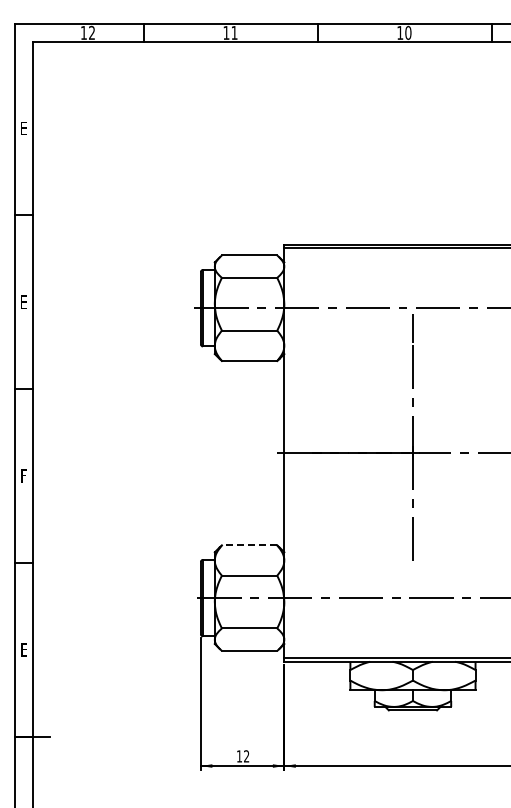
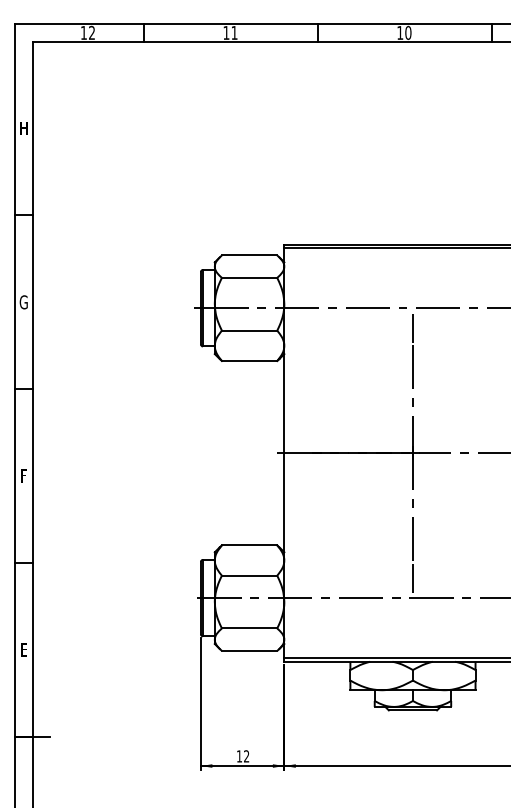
text at (23, 128): E -> H
text at (23, 302): E -> G
line at (249, 545): dashed -> solid
line at (412, 578): none -> present
